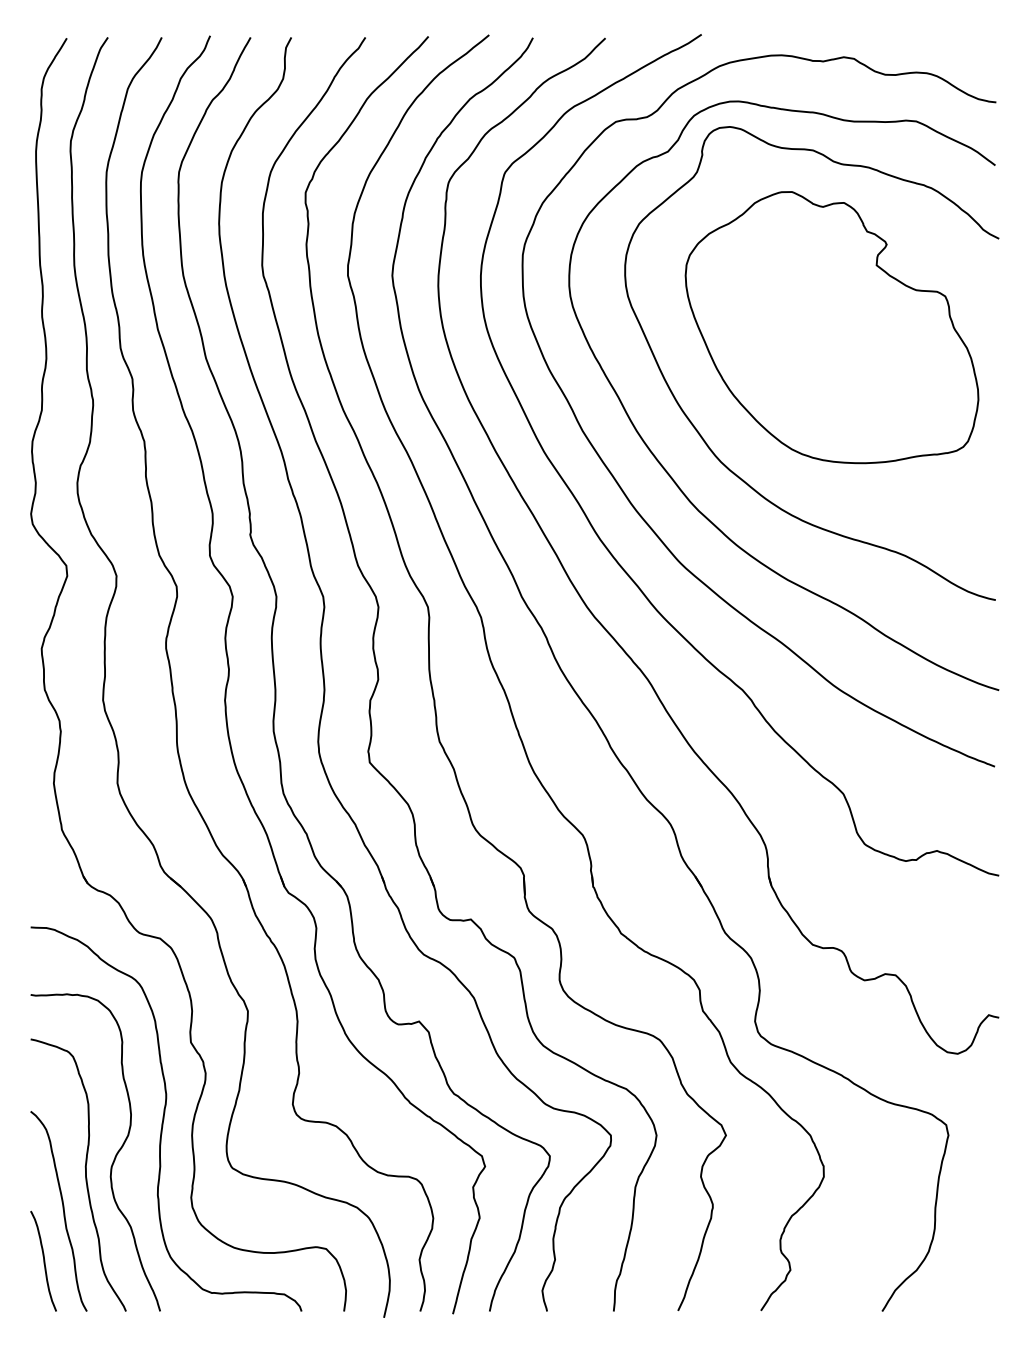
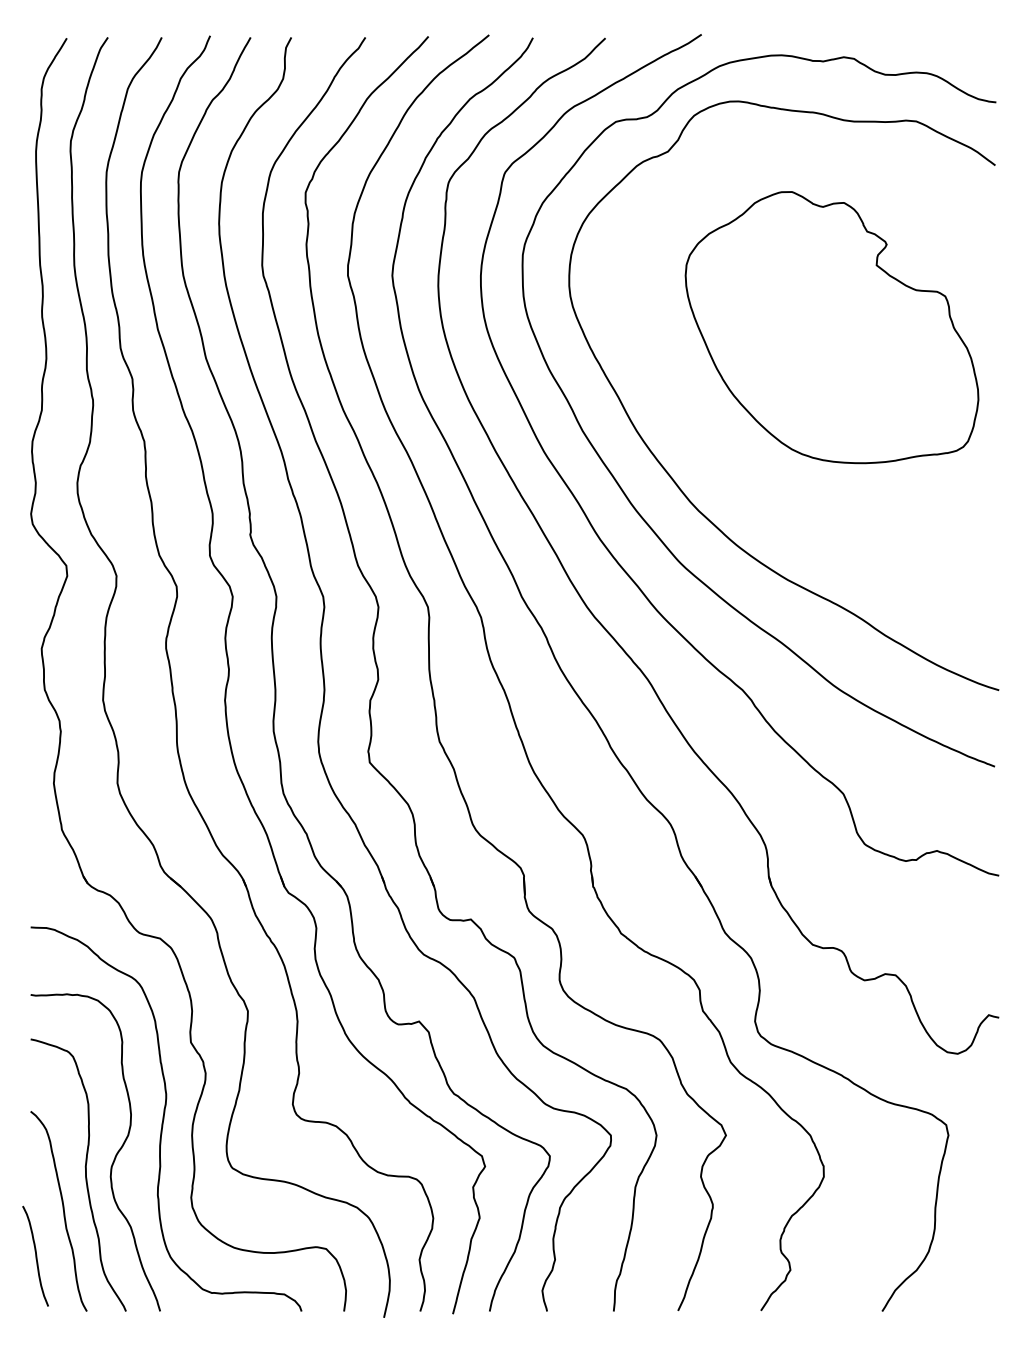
curve at (705, 440): present -> none
curve at (43, 1260) position: (43, 1260) -> (35, 1255)
